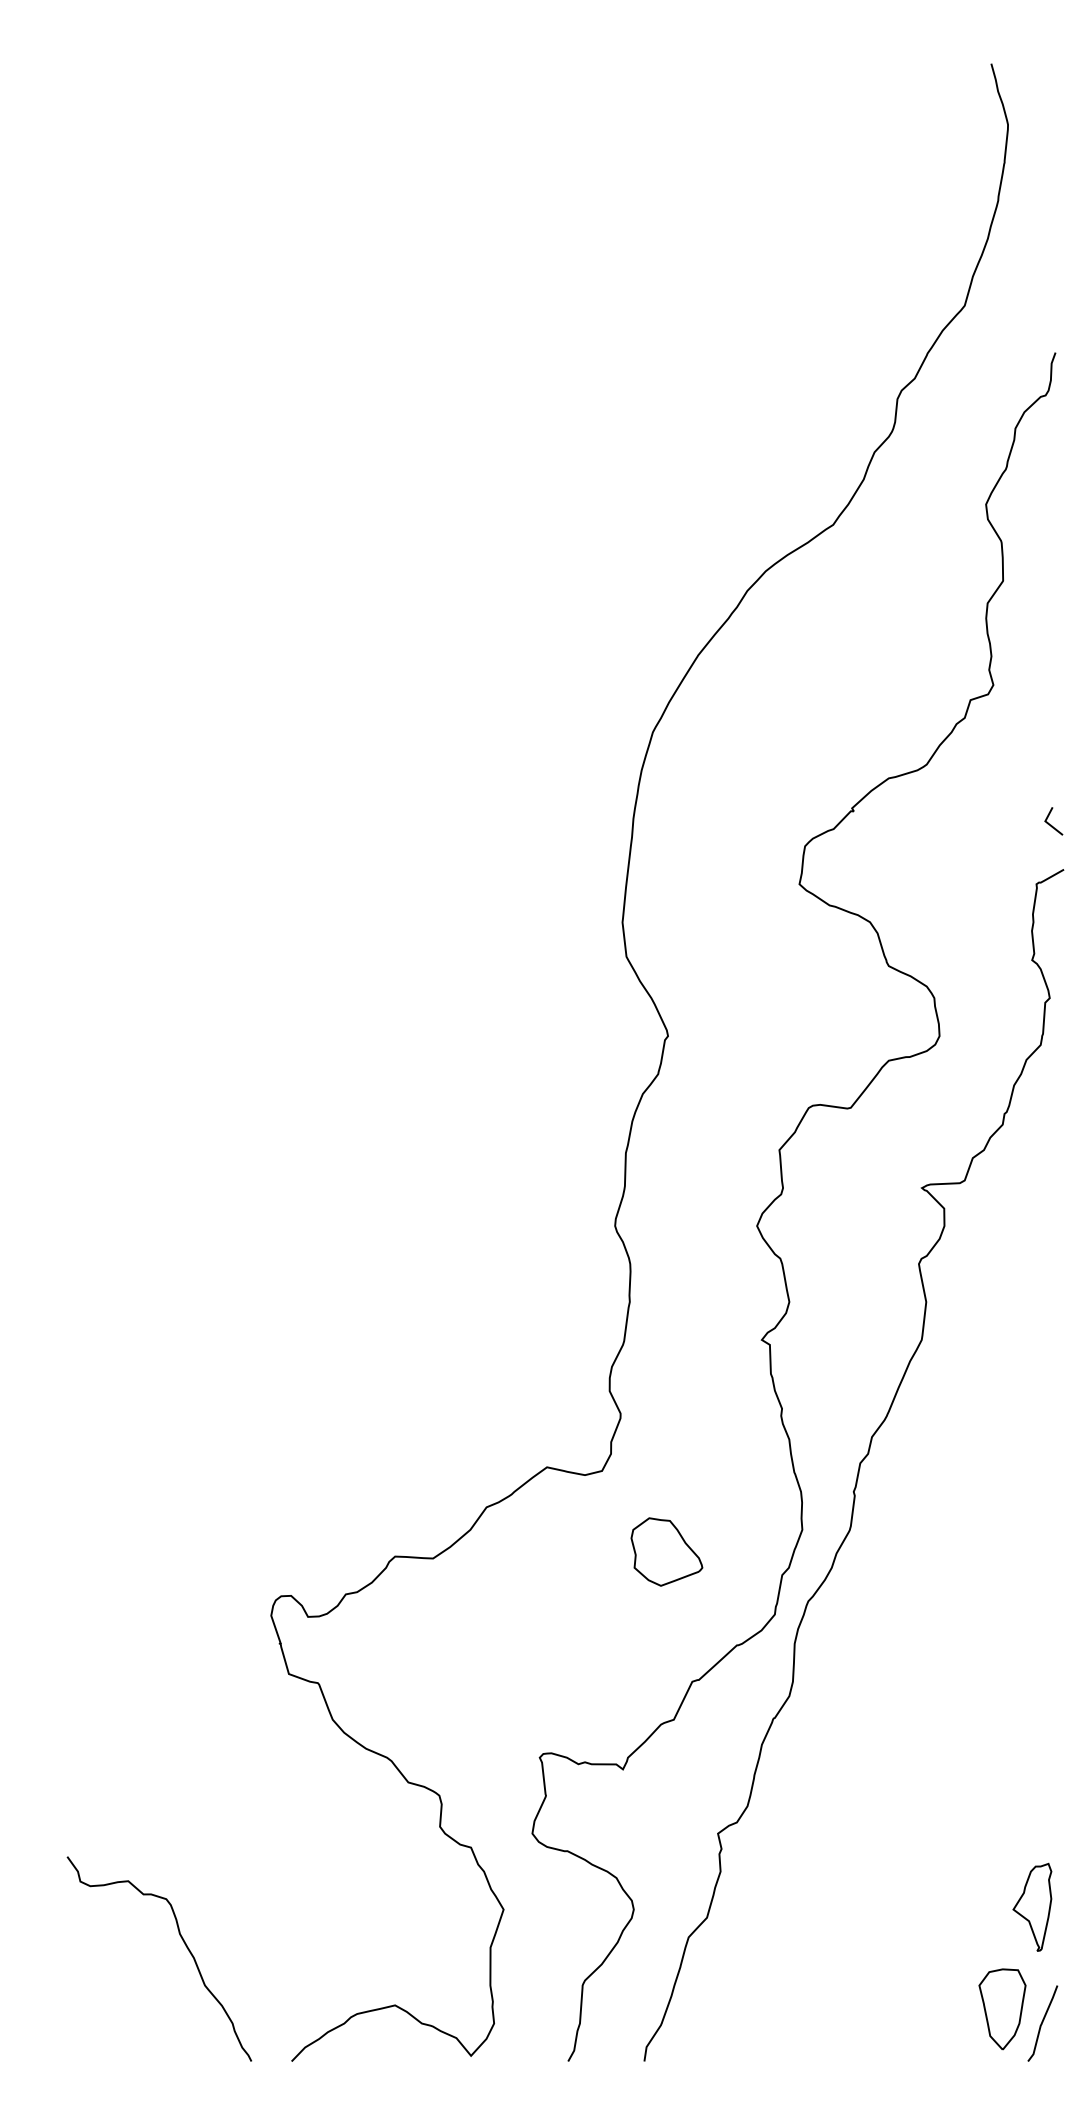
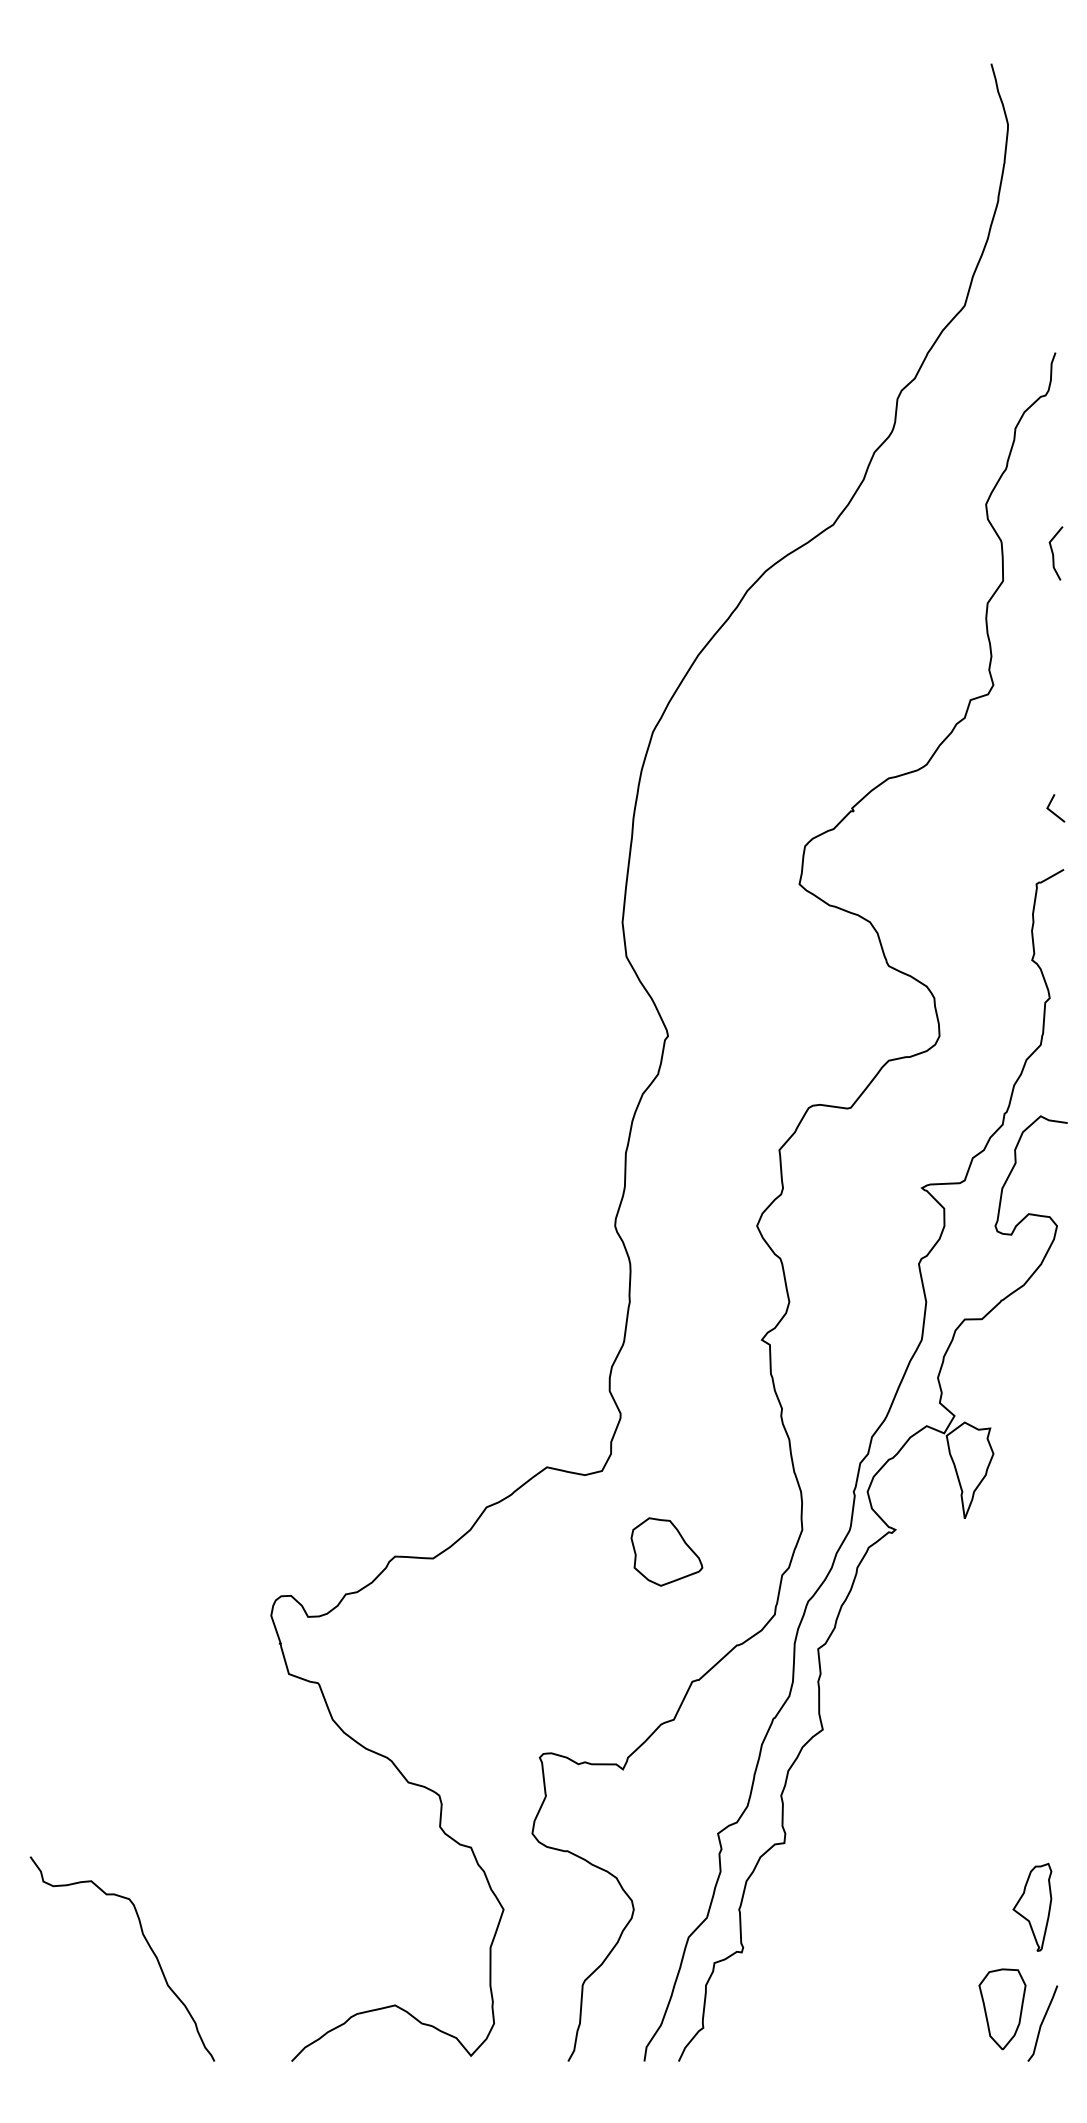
line at (1053, 553): none -> present
line at (1051, 824) position: (1051, 824) -> (1053, 811)
part at (854, 1582): none -> present
curve at (185, 1946) position: (185, 1946) -> (148, 1946)
